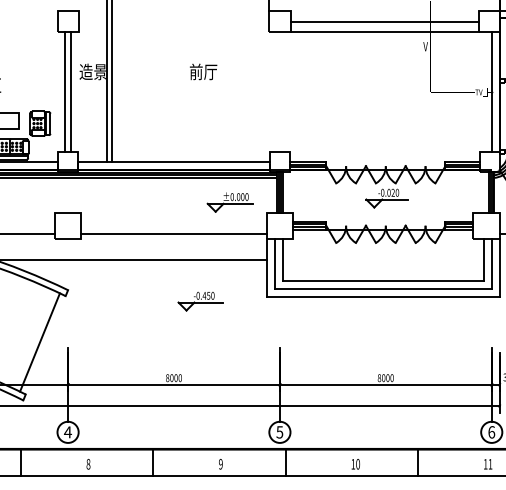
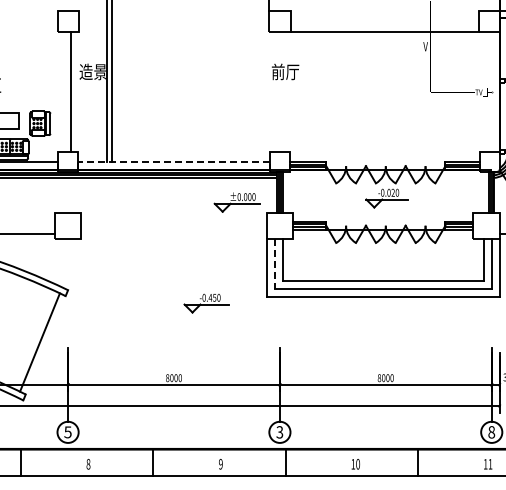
line at (384, 21): present -> none
text at (203, 71) position: (203, 71) -> (285, 71)
line at (65, 92): present -> none
line at (491, 92): present -> none
line at (174, 162): solid -> dashed
part at (229, 202) position: (229, 202) -> (236, 202)
line at (173, 233): present -> none
line at (134, 260): present -> none
line at (274, 264): solid -> dashed
part at (200, 301) position: (200, 301) -> (206, 303)
text at (279, 431): 5 -> 3
text at (67, 432): 4 -> 5
text at (491, 432): 6 -> 8
